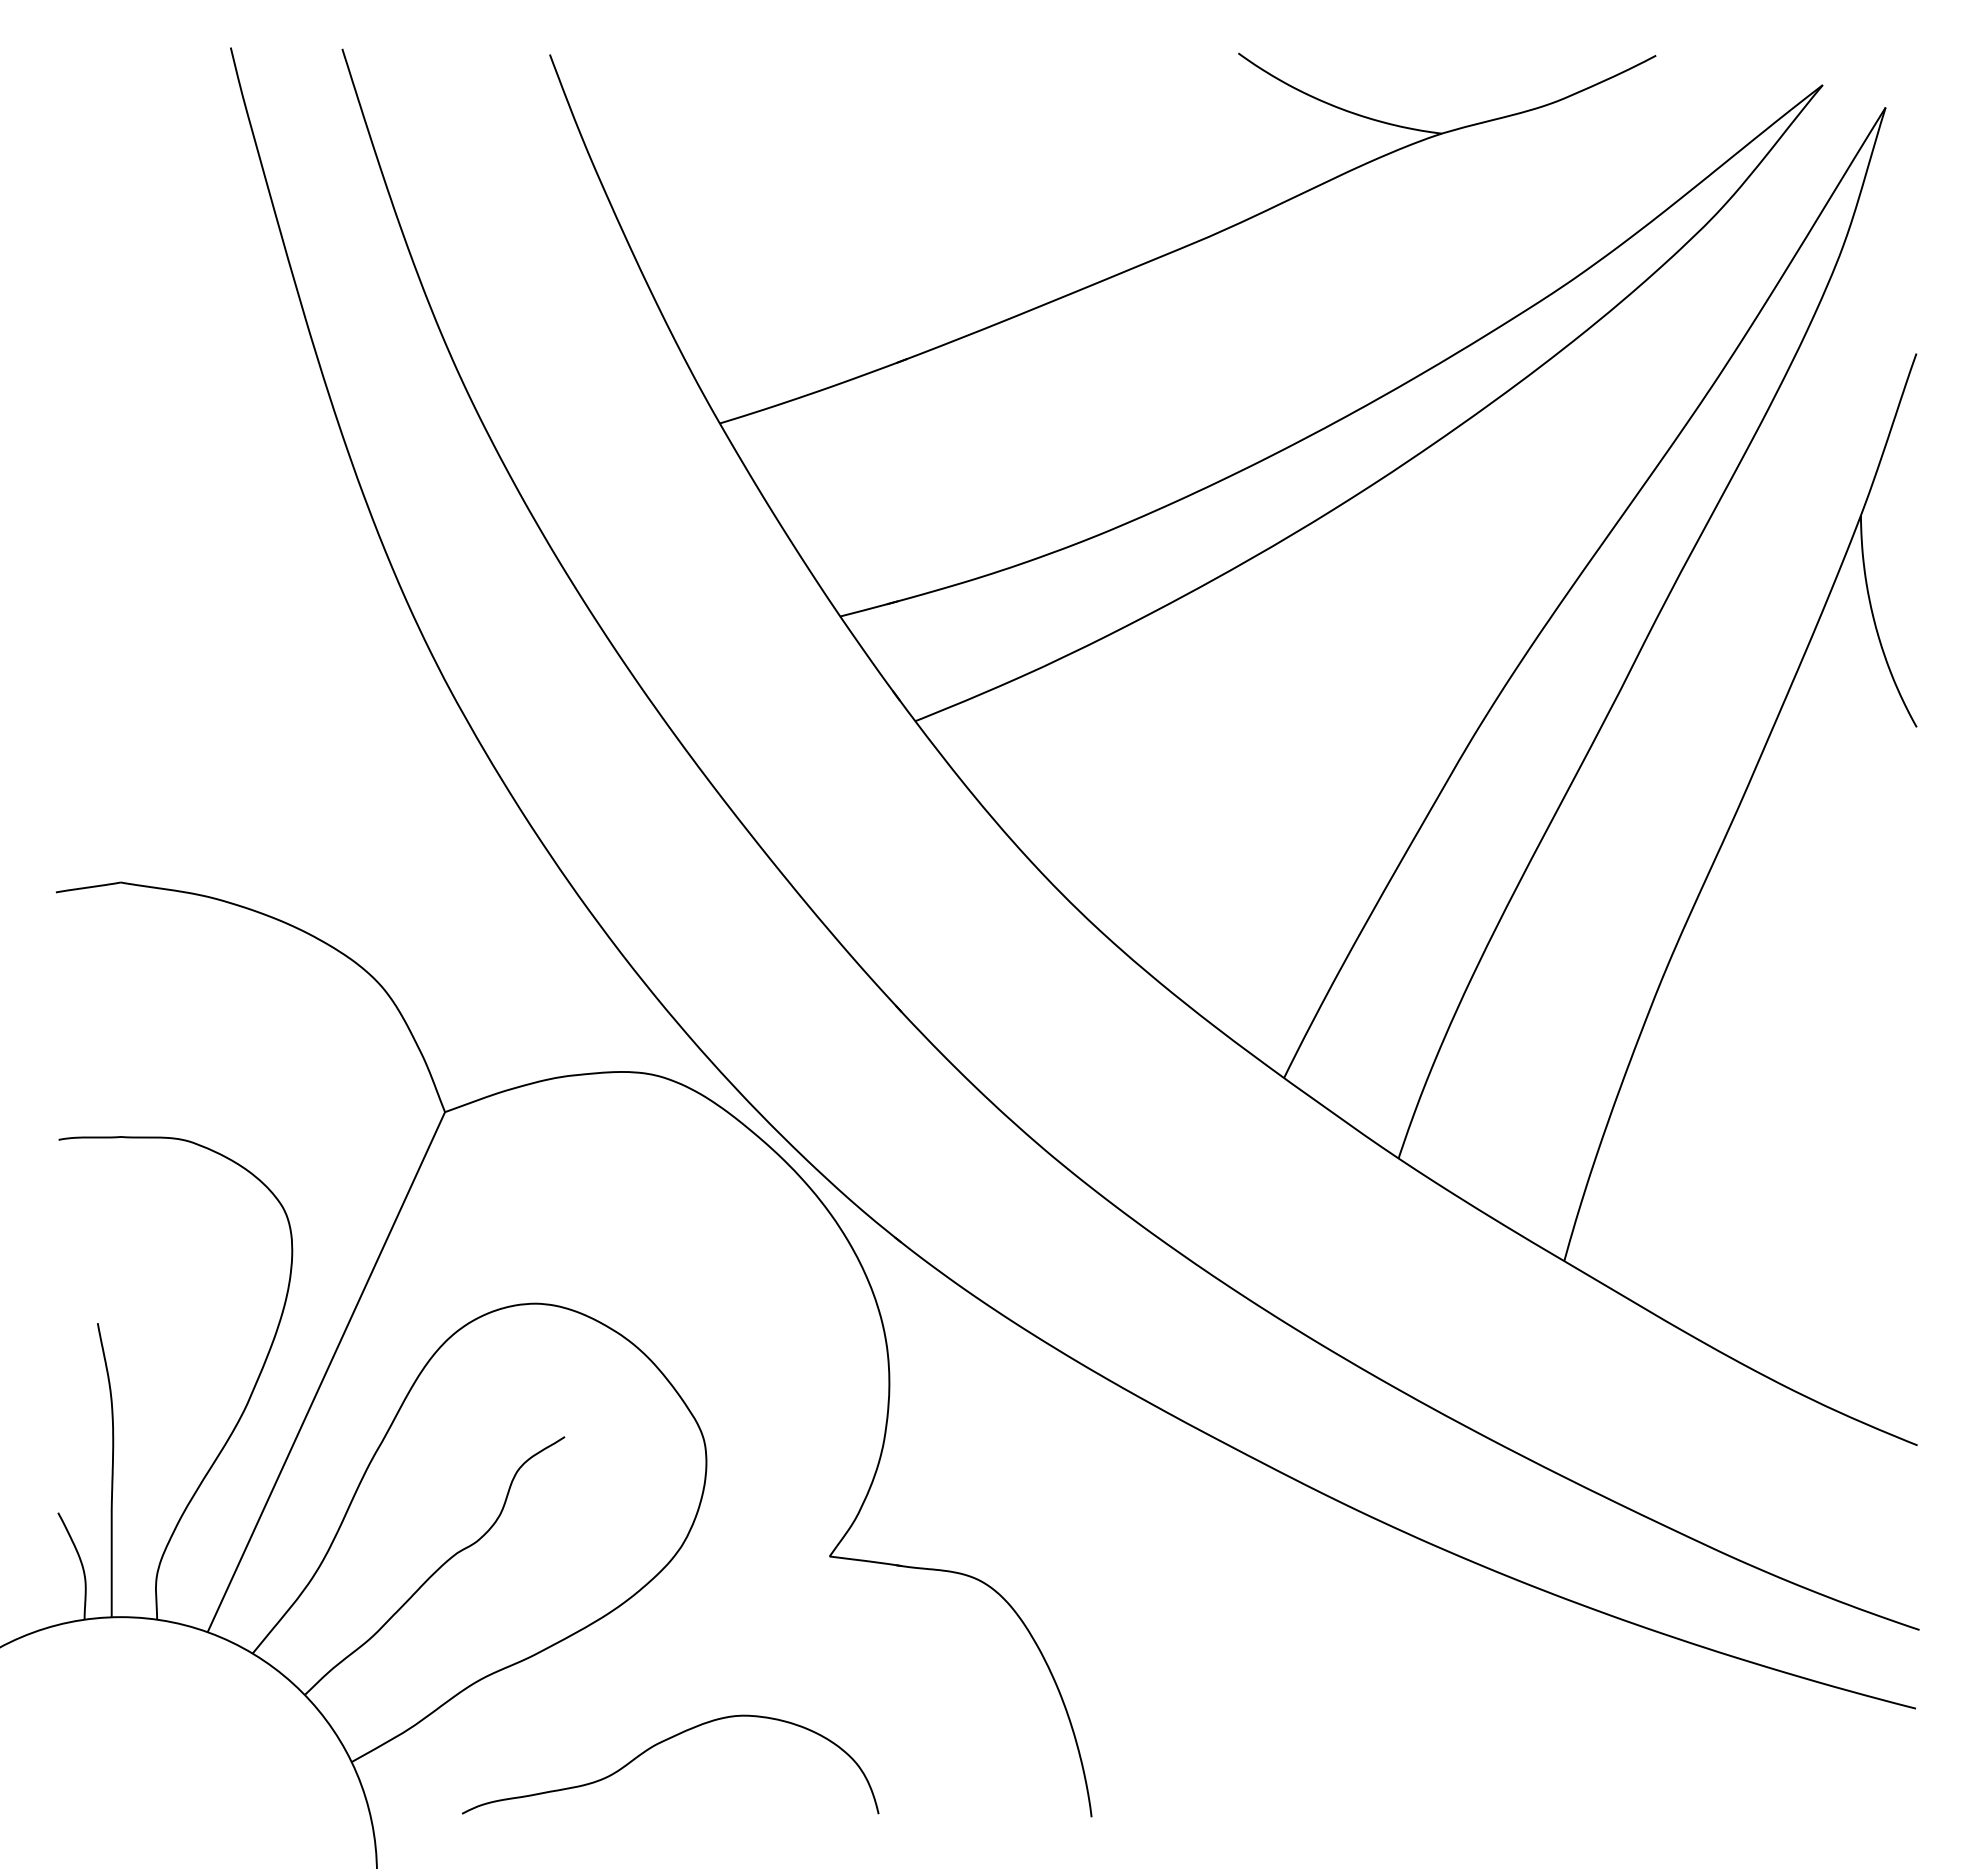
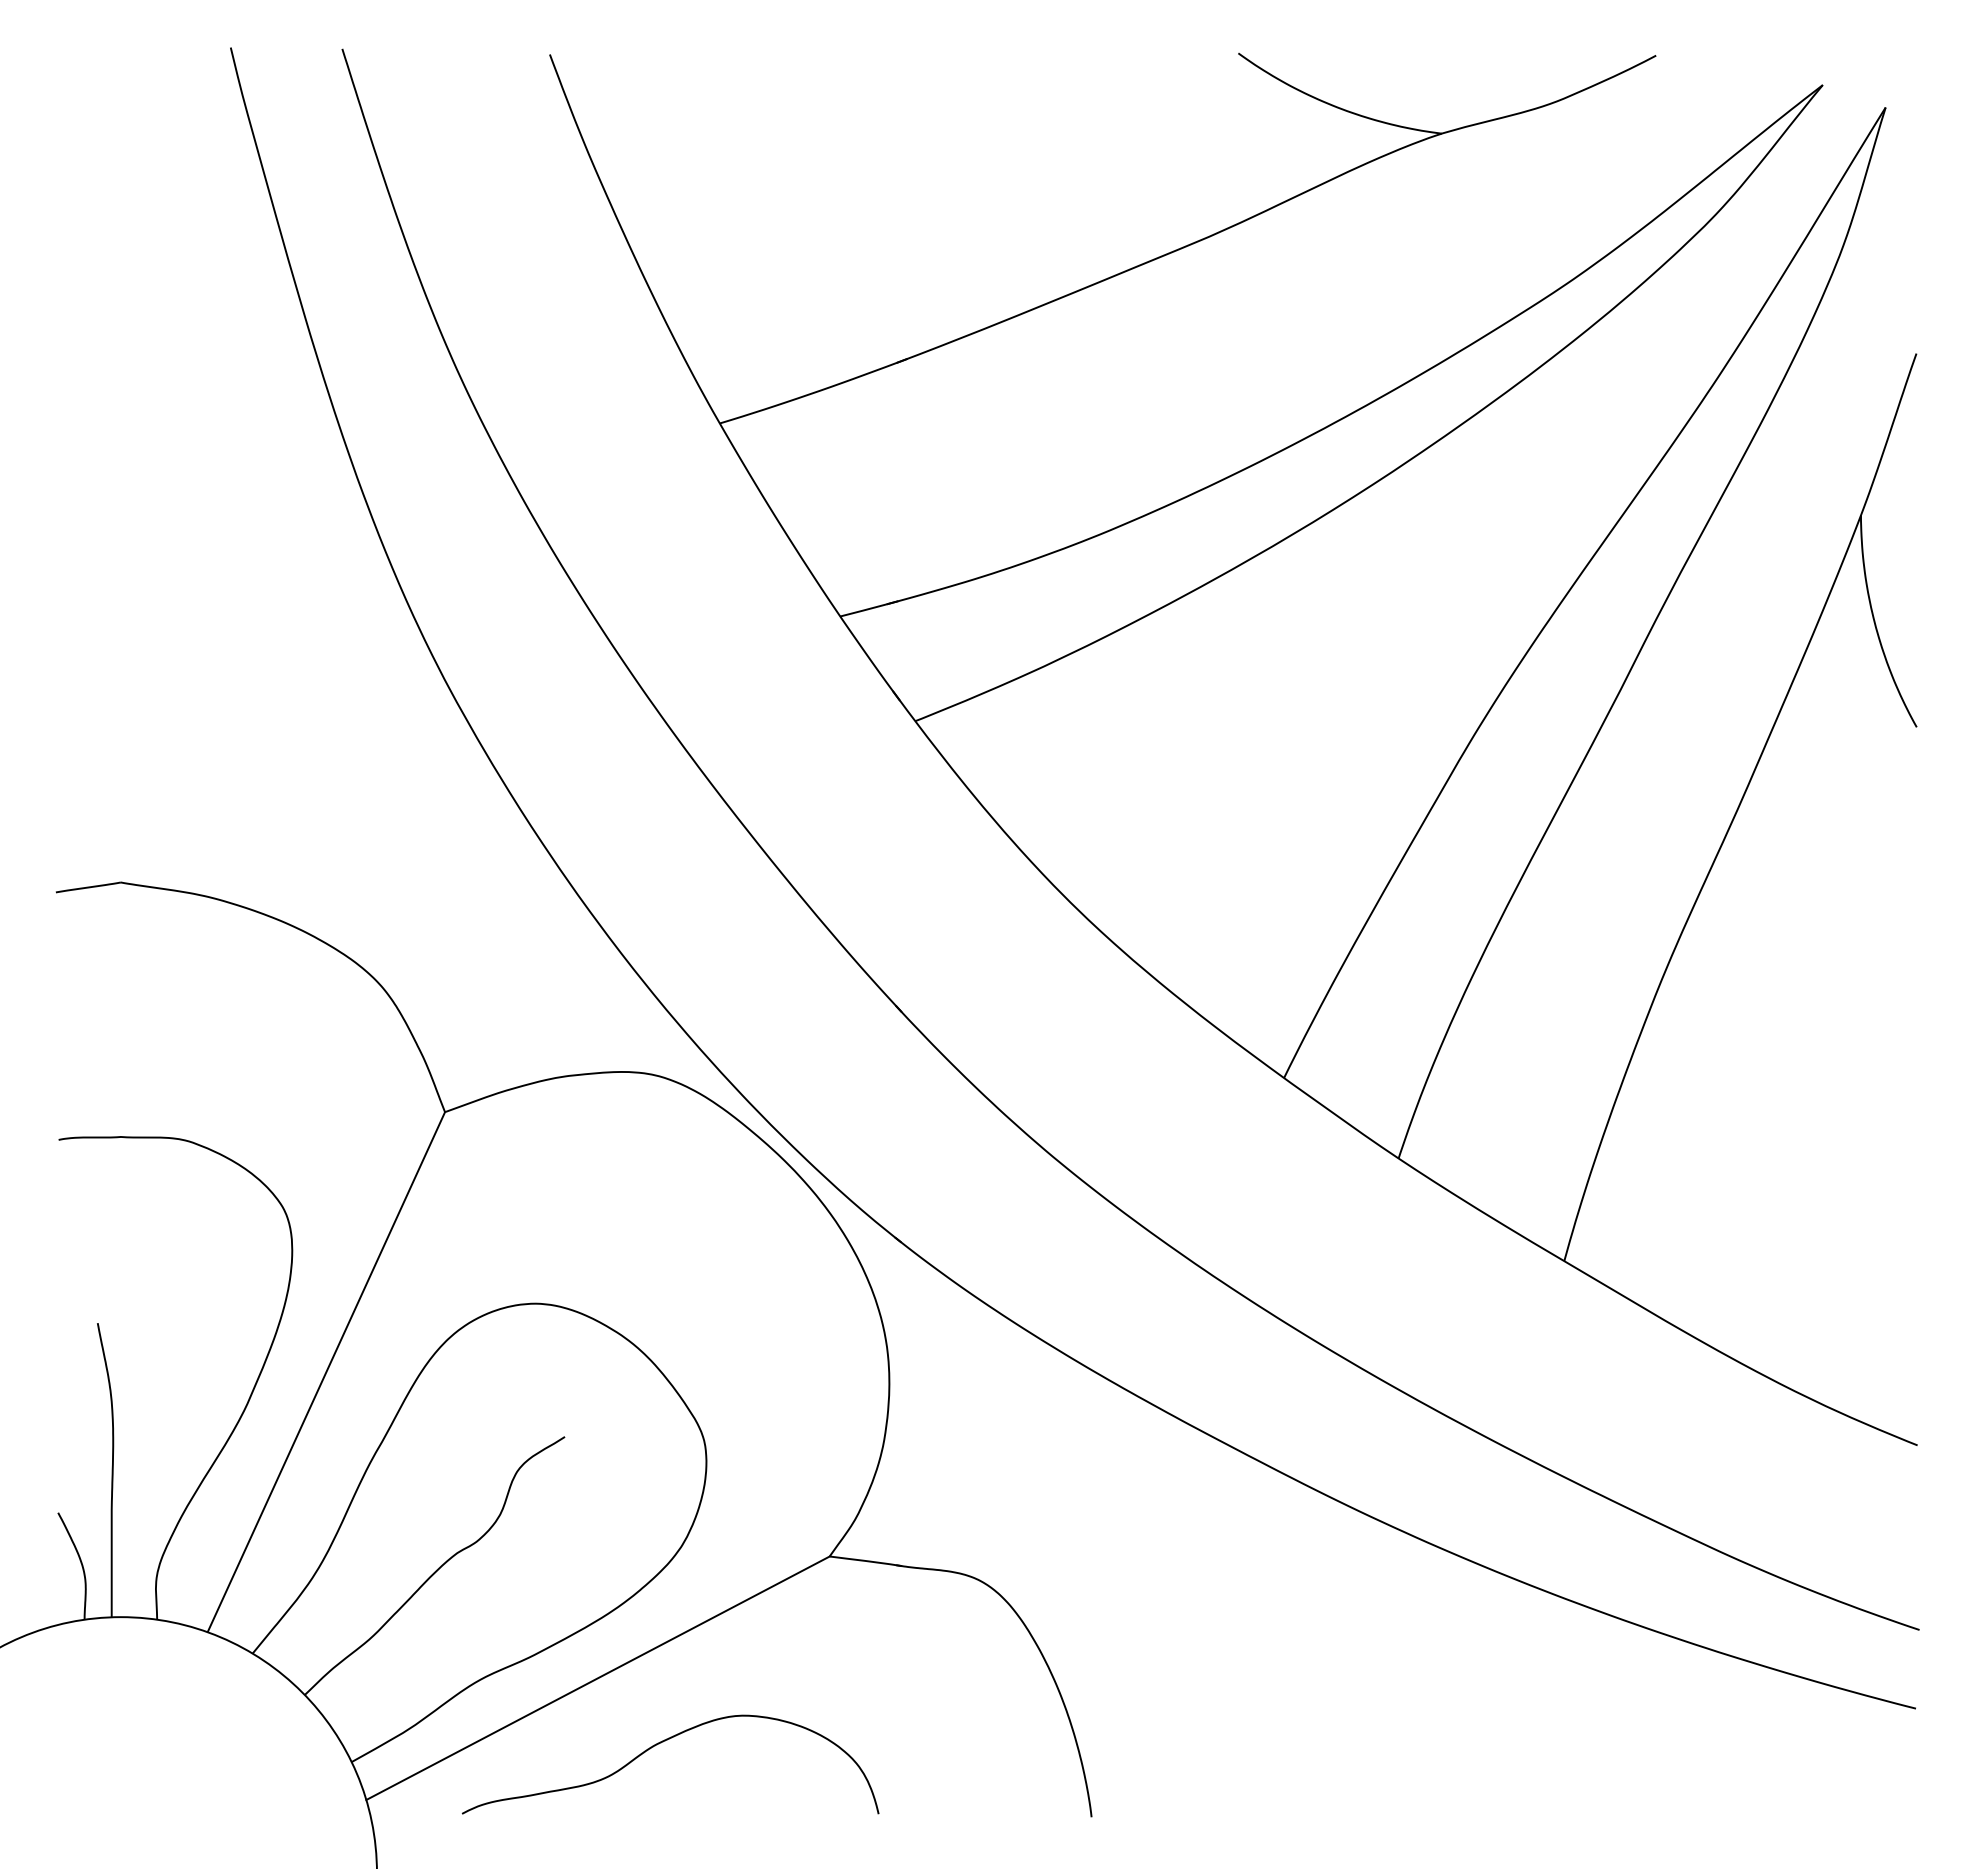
line at (597, 1678): none -> present
